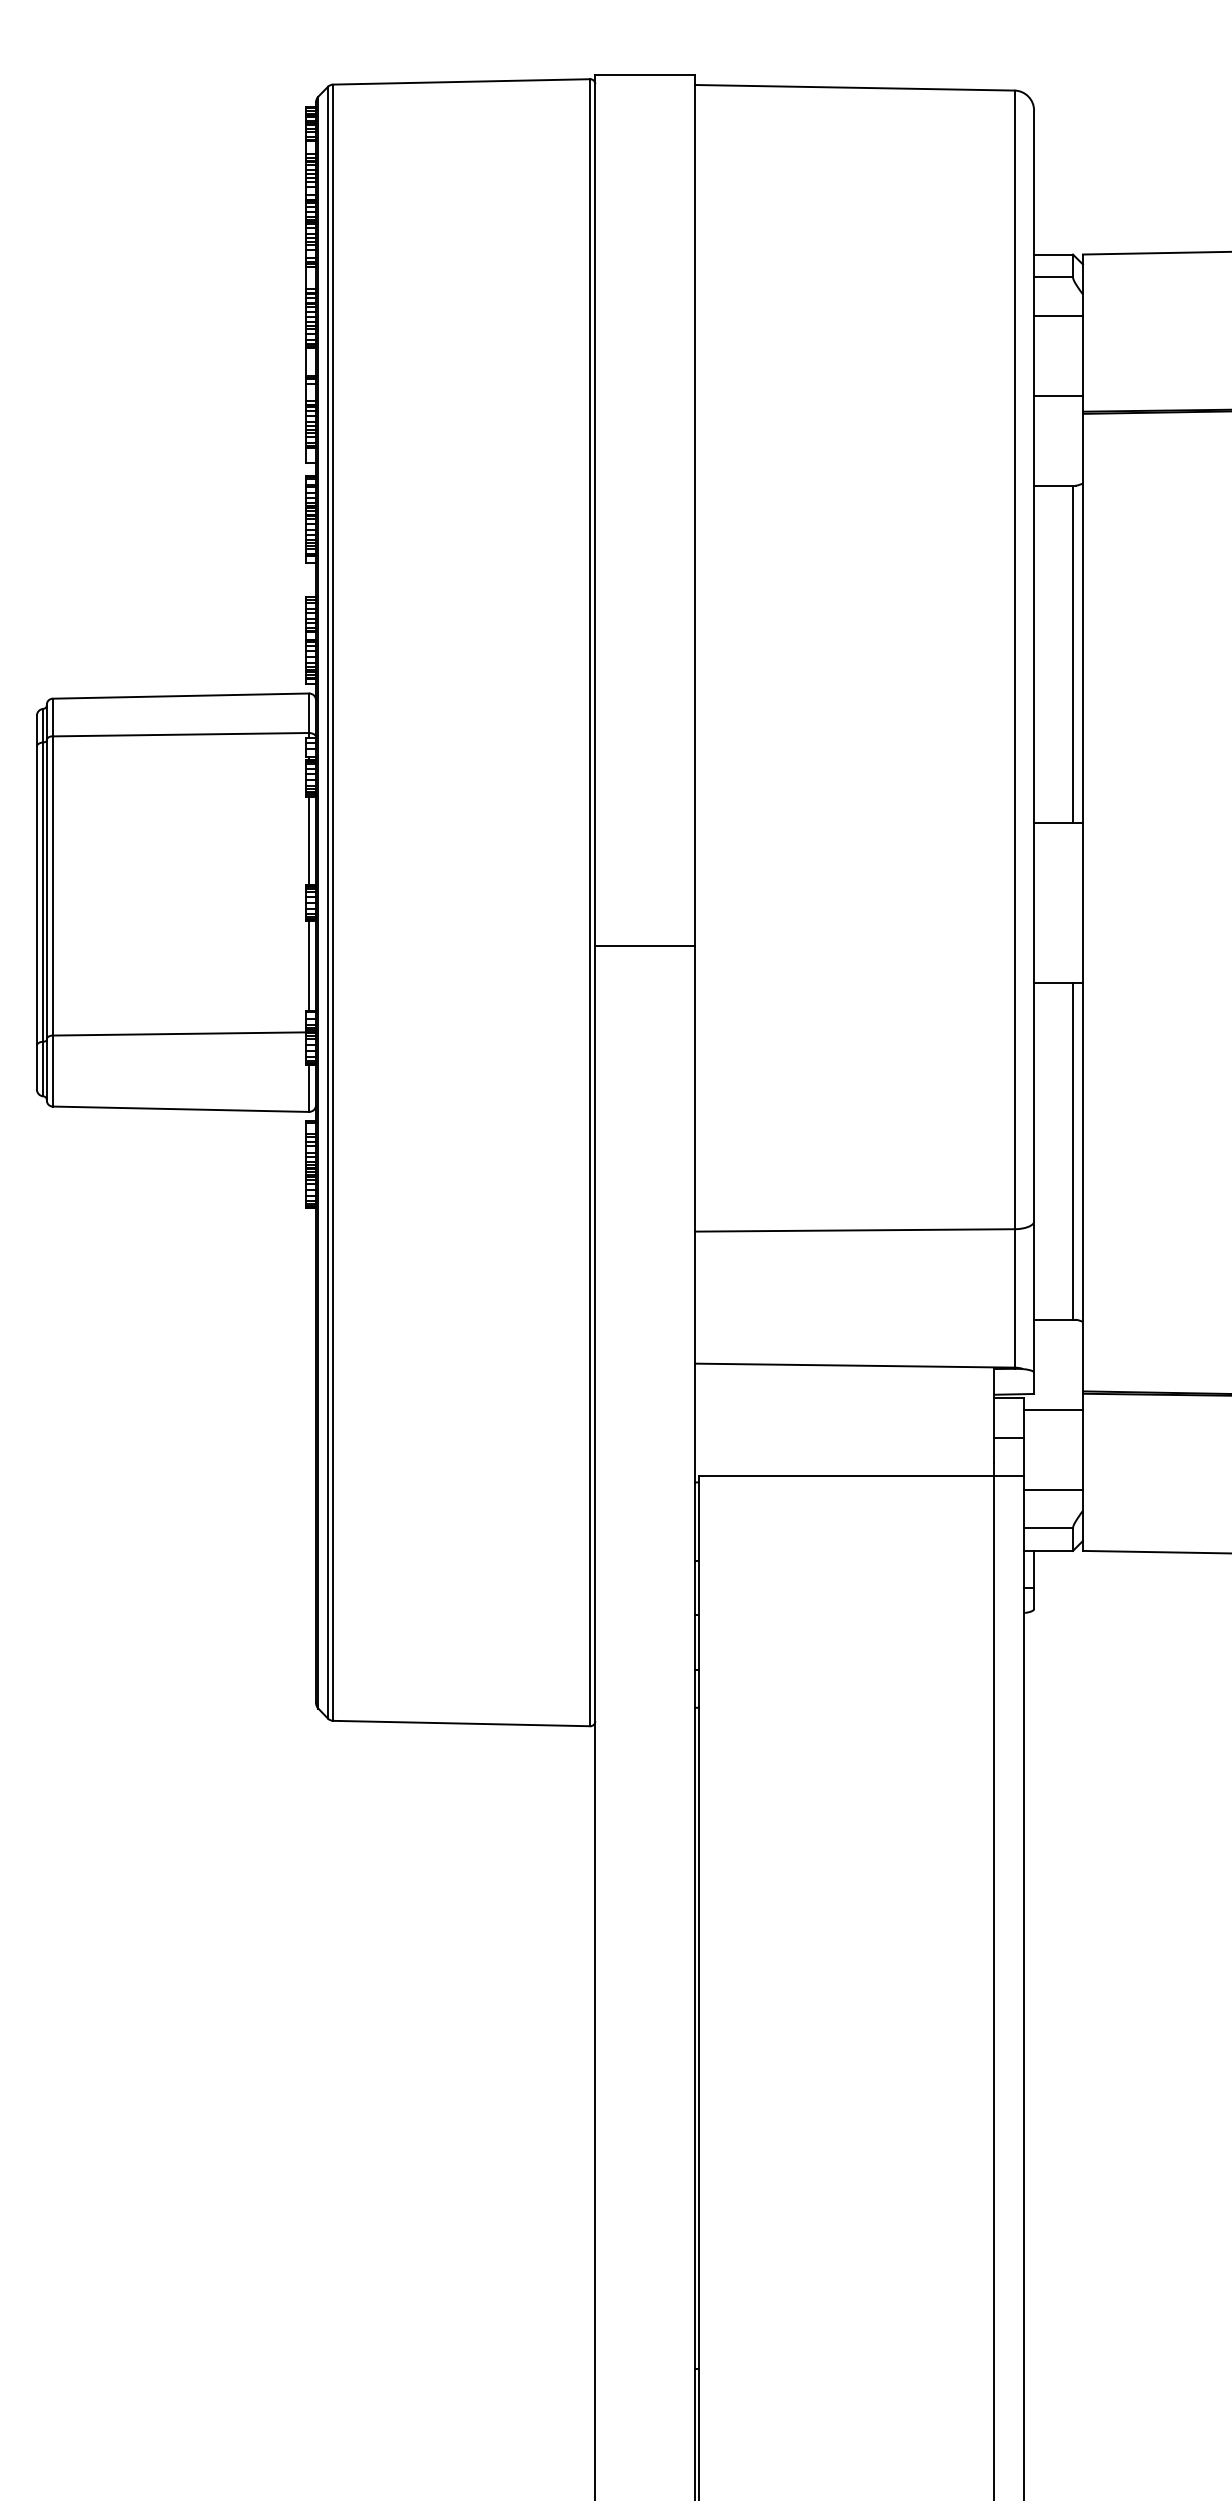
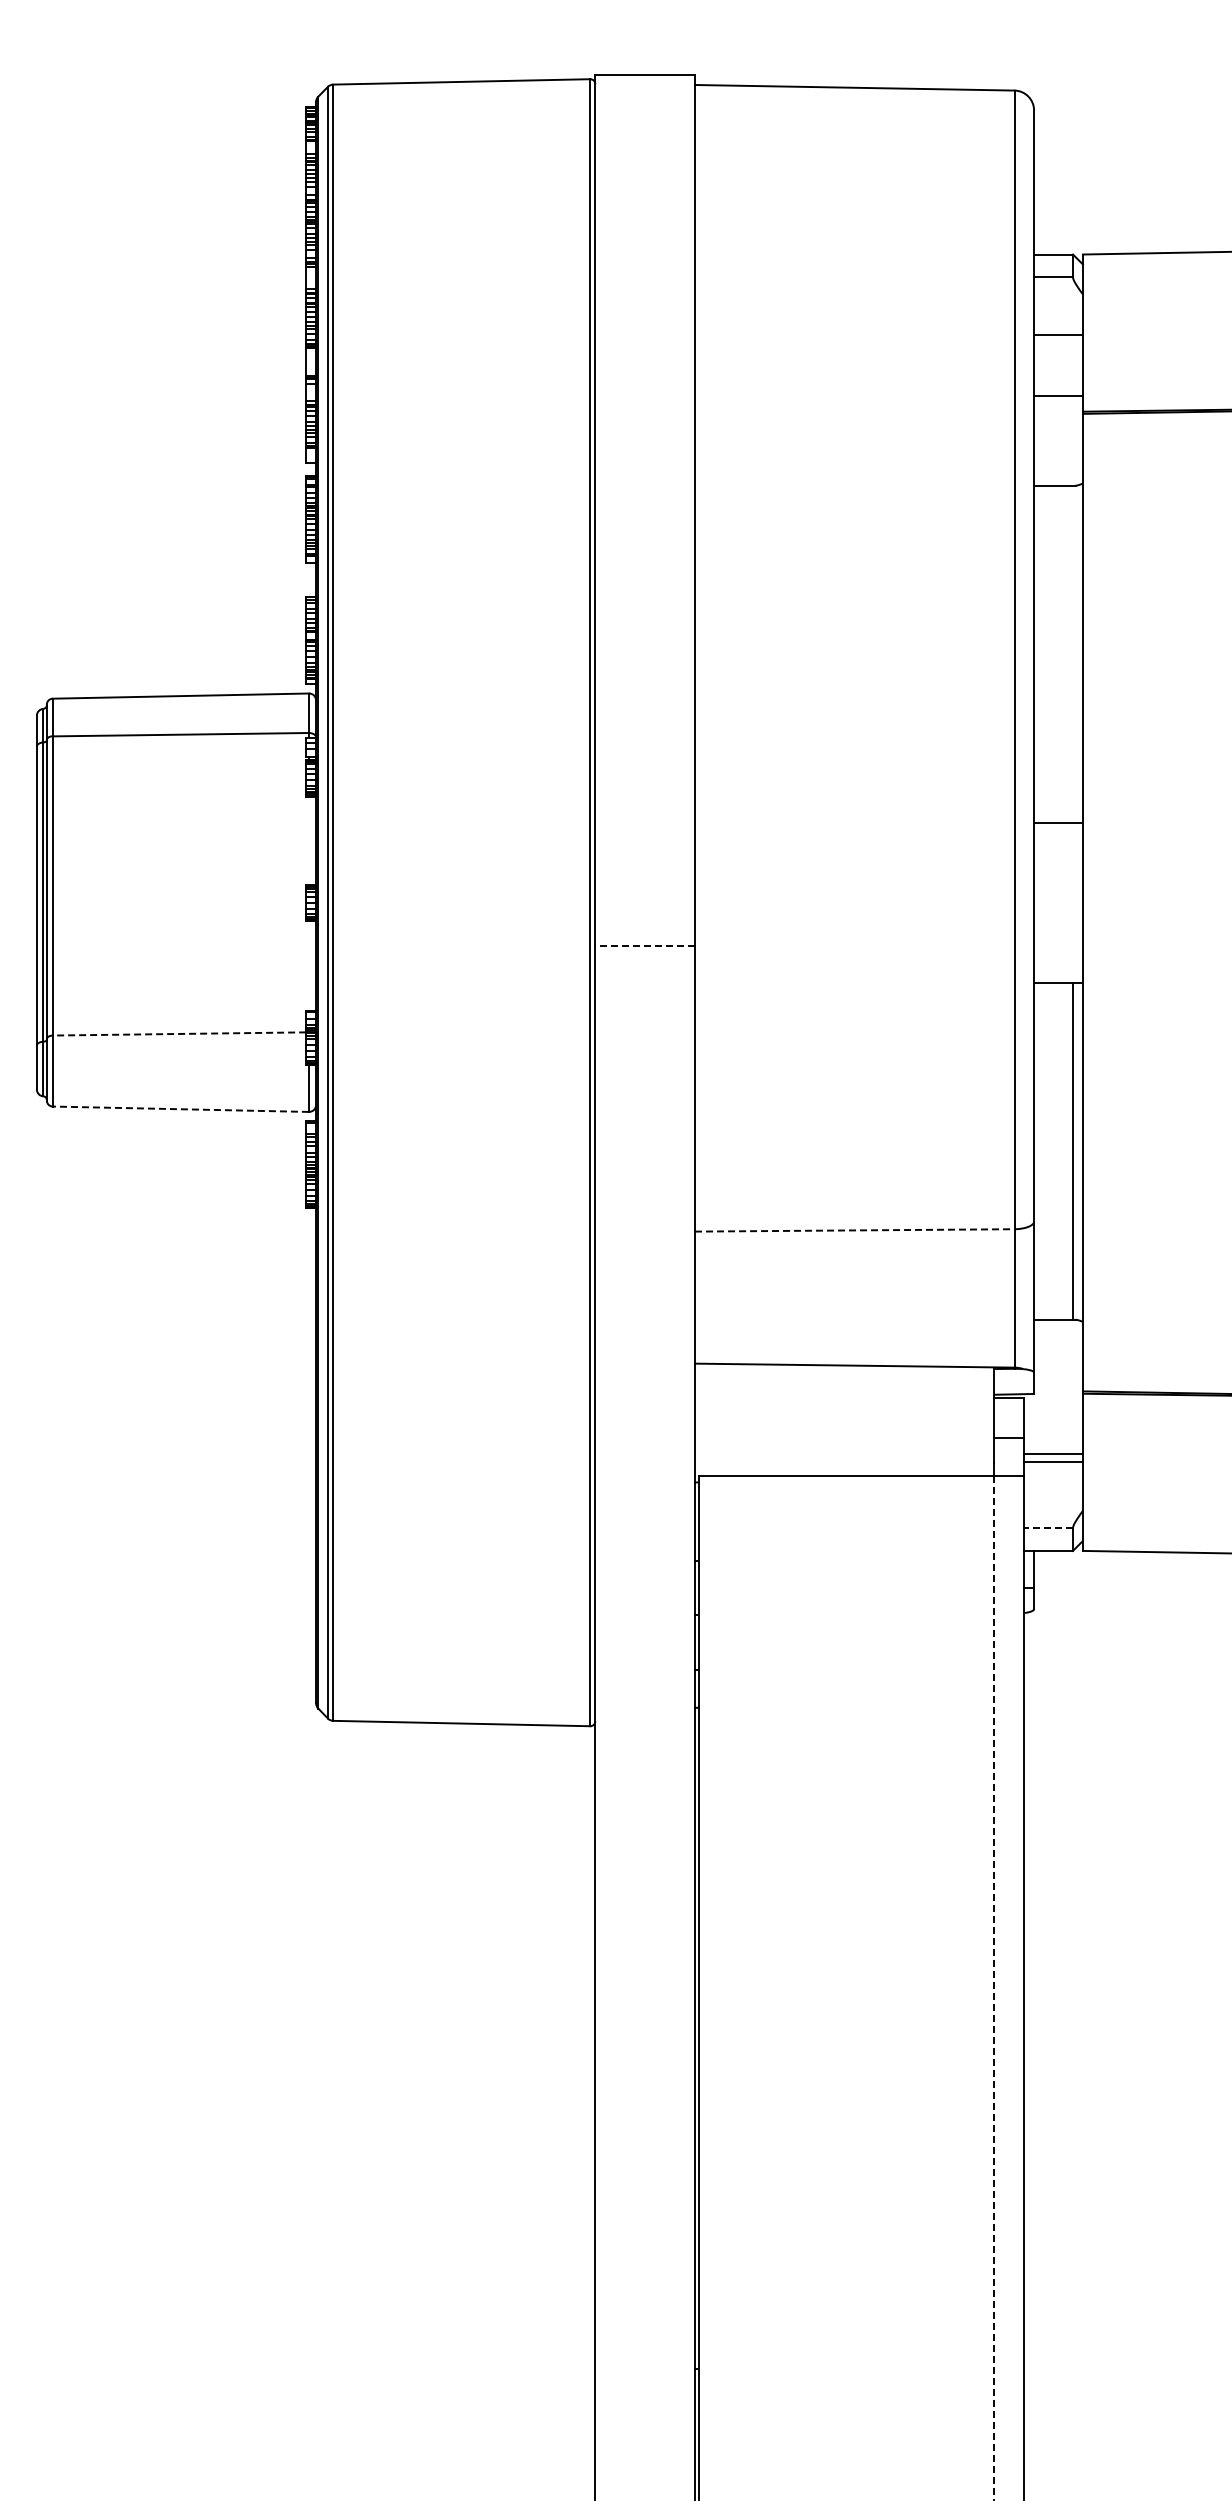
line at (1058, 315) position: (1058, 315) -> (1058, 334)
line at (1072, 653): present -> none
line at (308, 840): present -> none
line at (645, 946): solid -> dashed
line at (308, 965): present -> none
line at (179, 1033): solid -> dashed
line at (180, 1109): solid -> dashed
line at (854, 1230): solid -> dashed
line at (1053, 1409) position: (1053, 1409) -> (1053, 1453)
line at (1053, 1489) position: (1053, 1489) -> (1053, 1461)
line at (1048, 1528): solid -> dashed
line at (994, 1988): solid -> dashed
